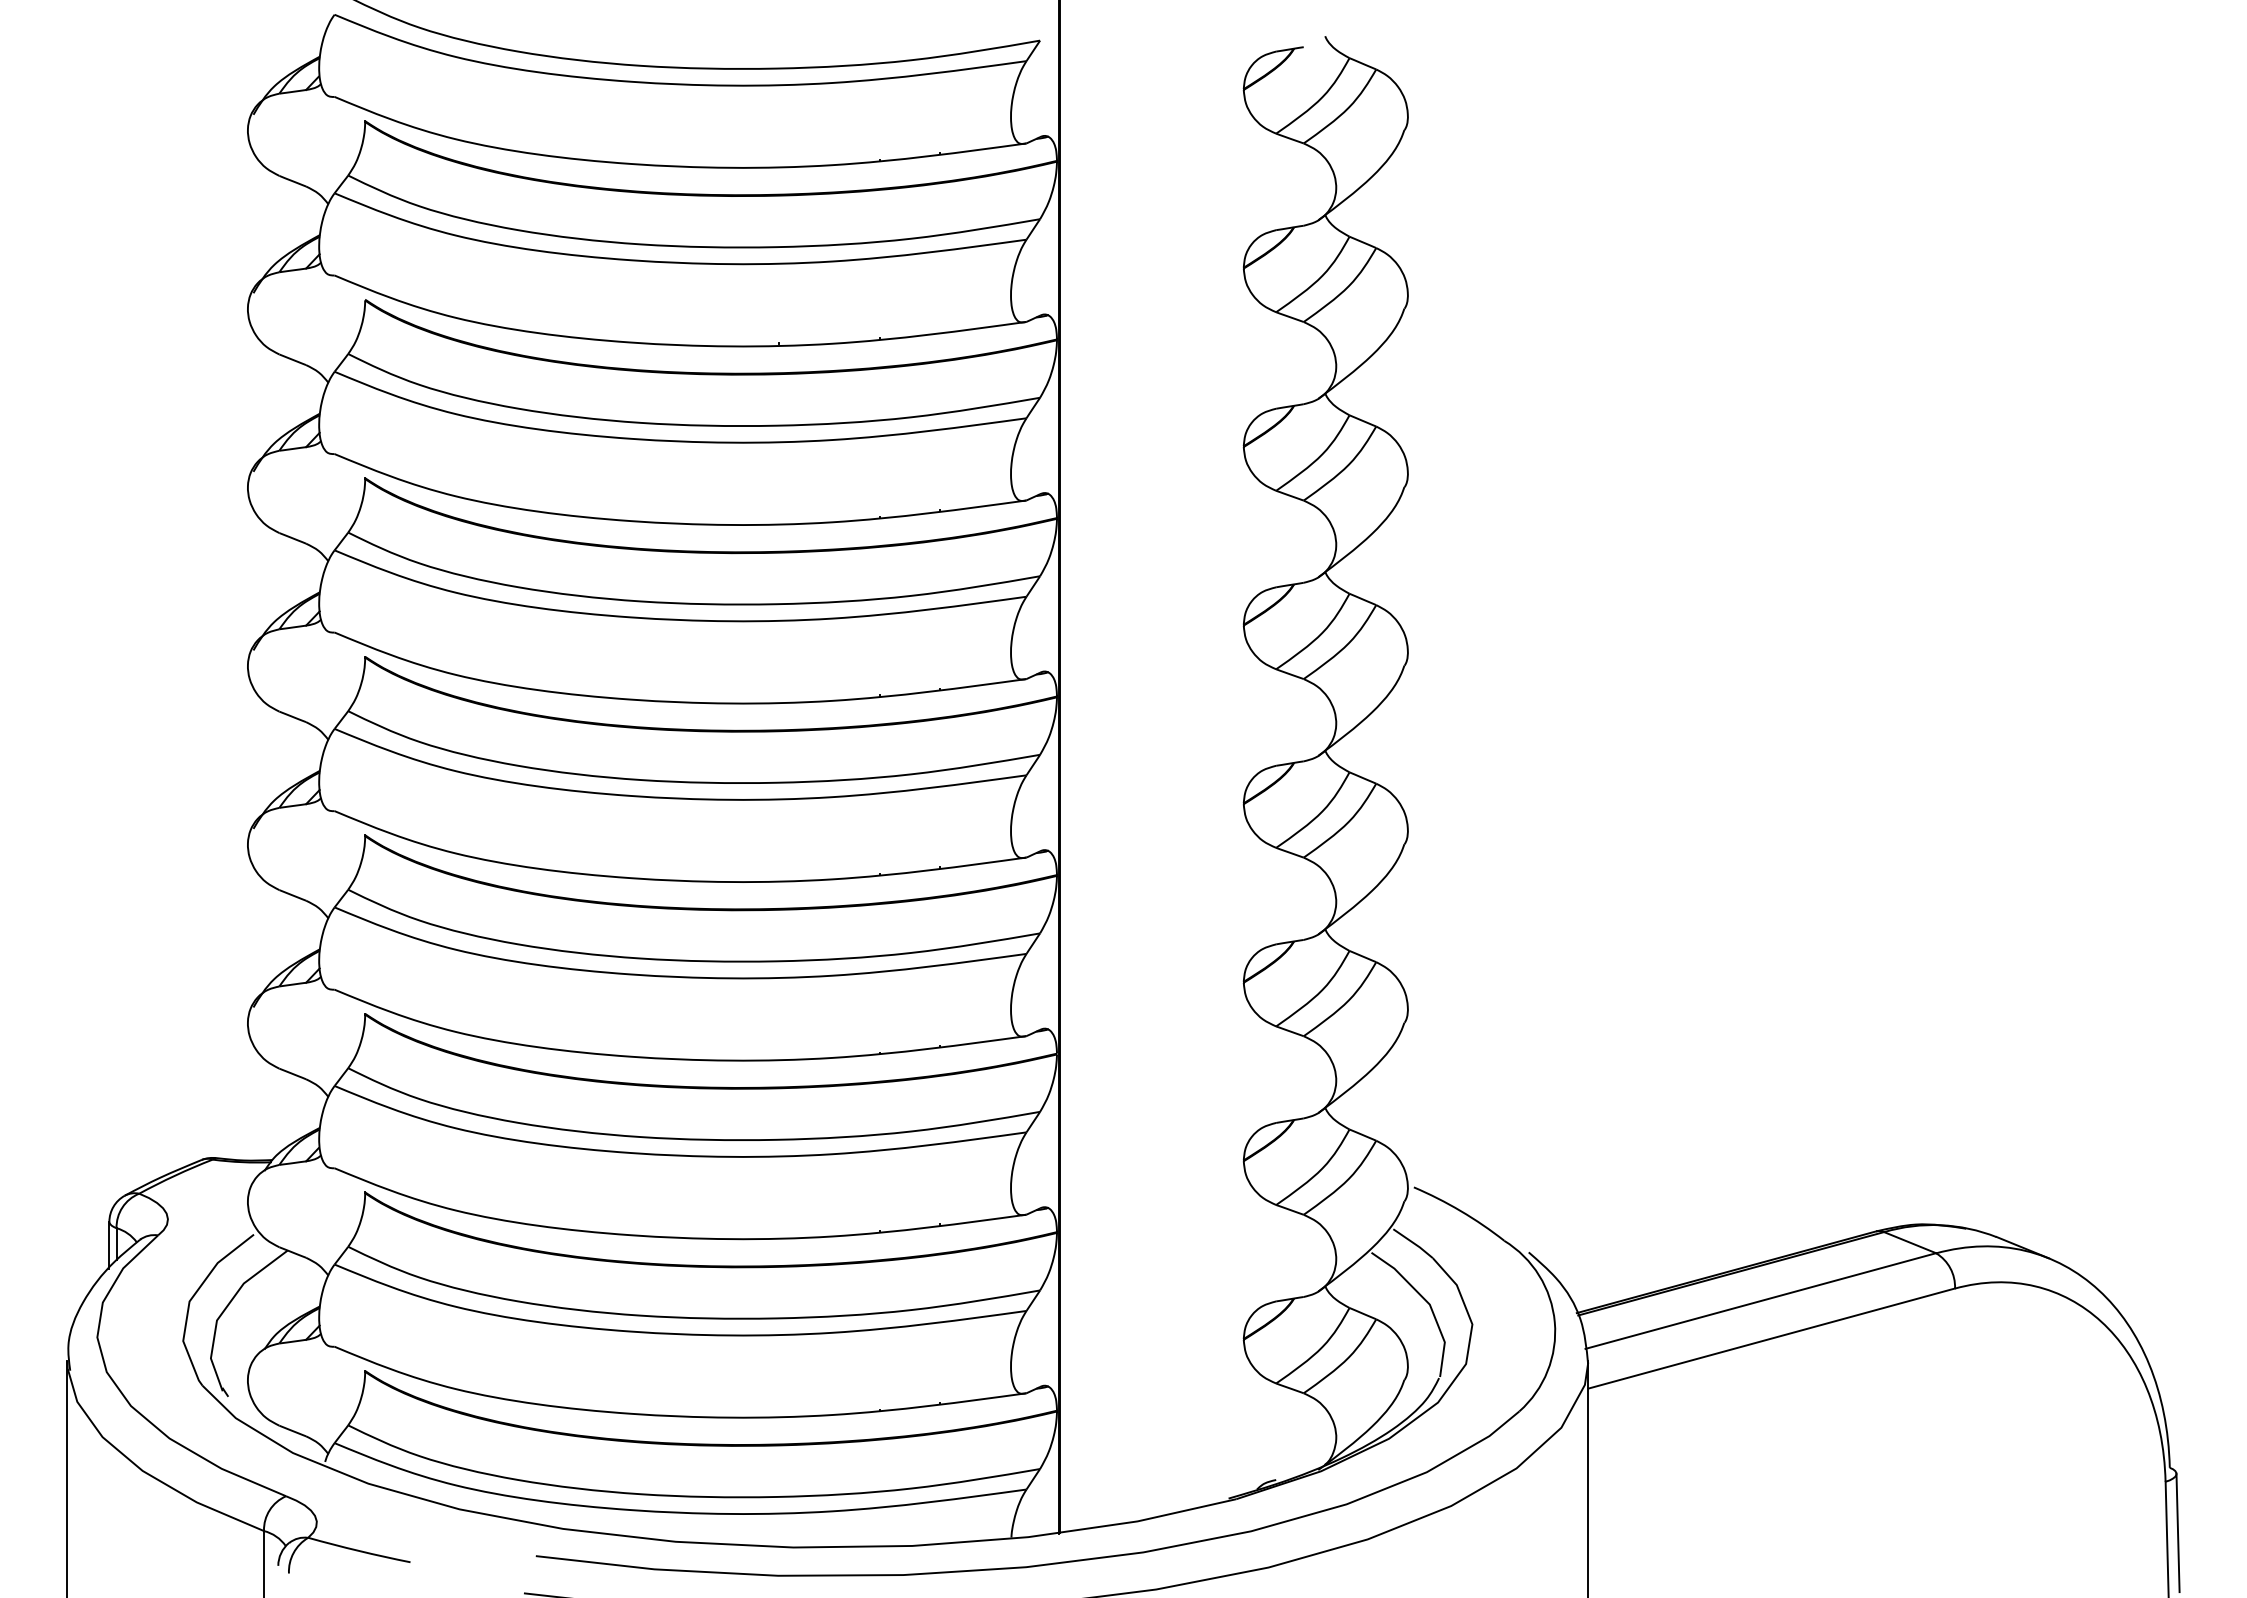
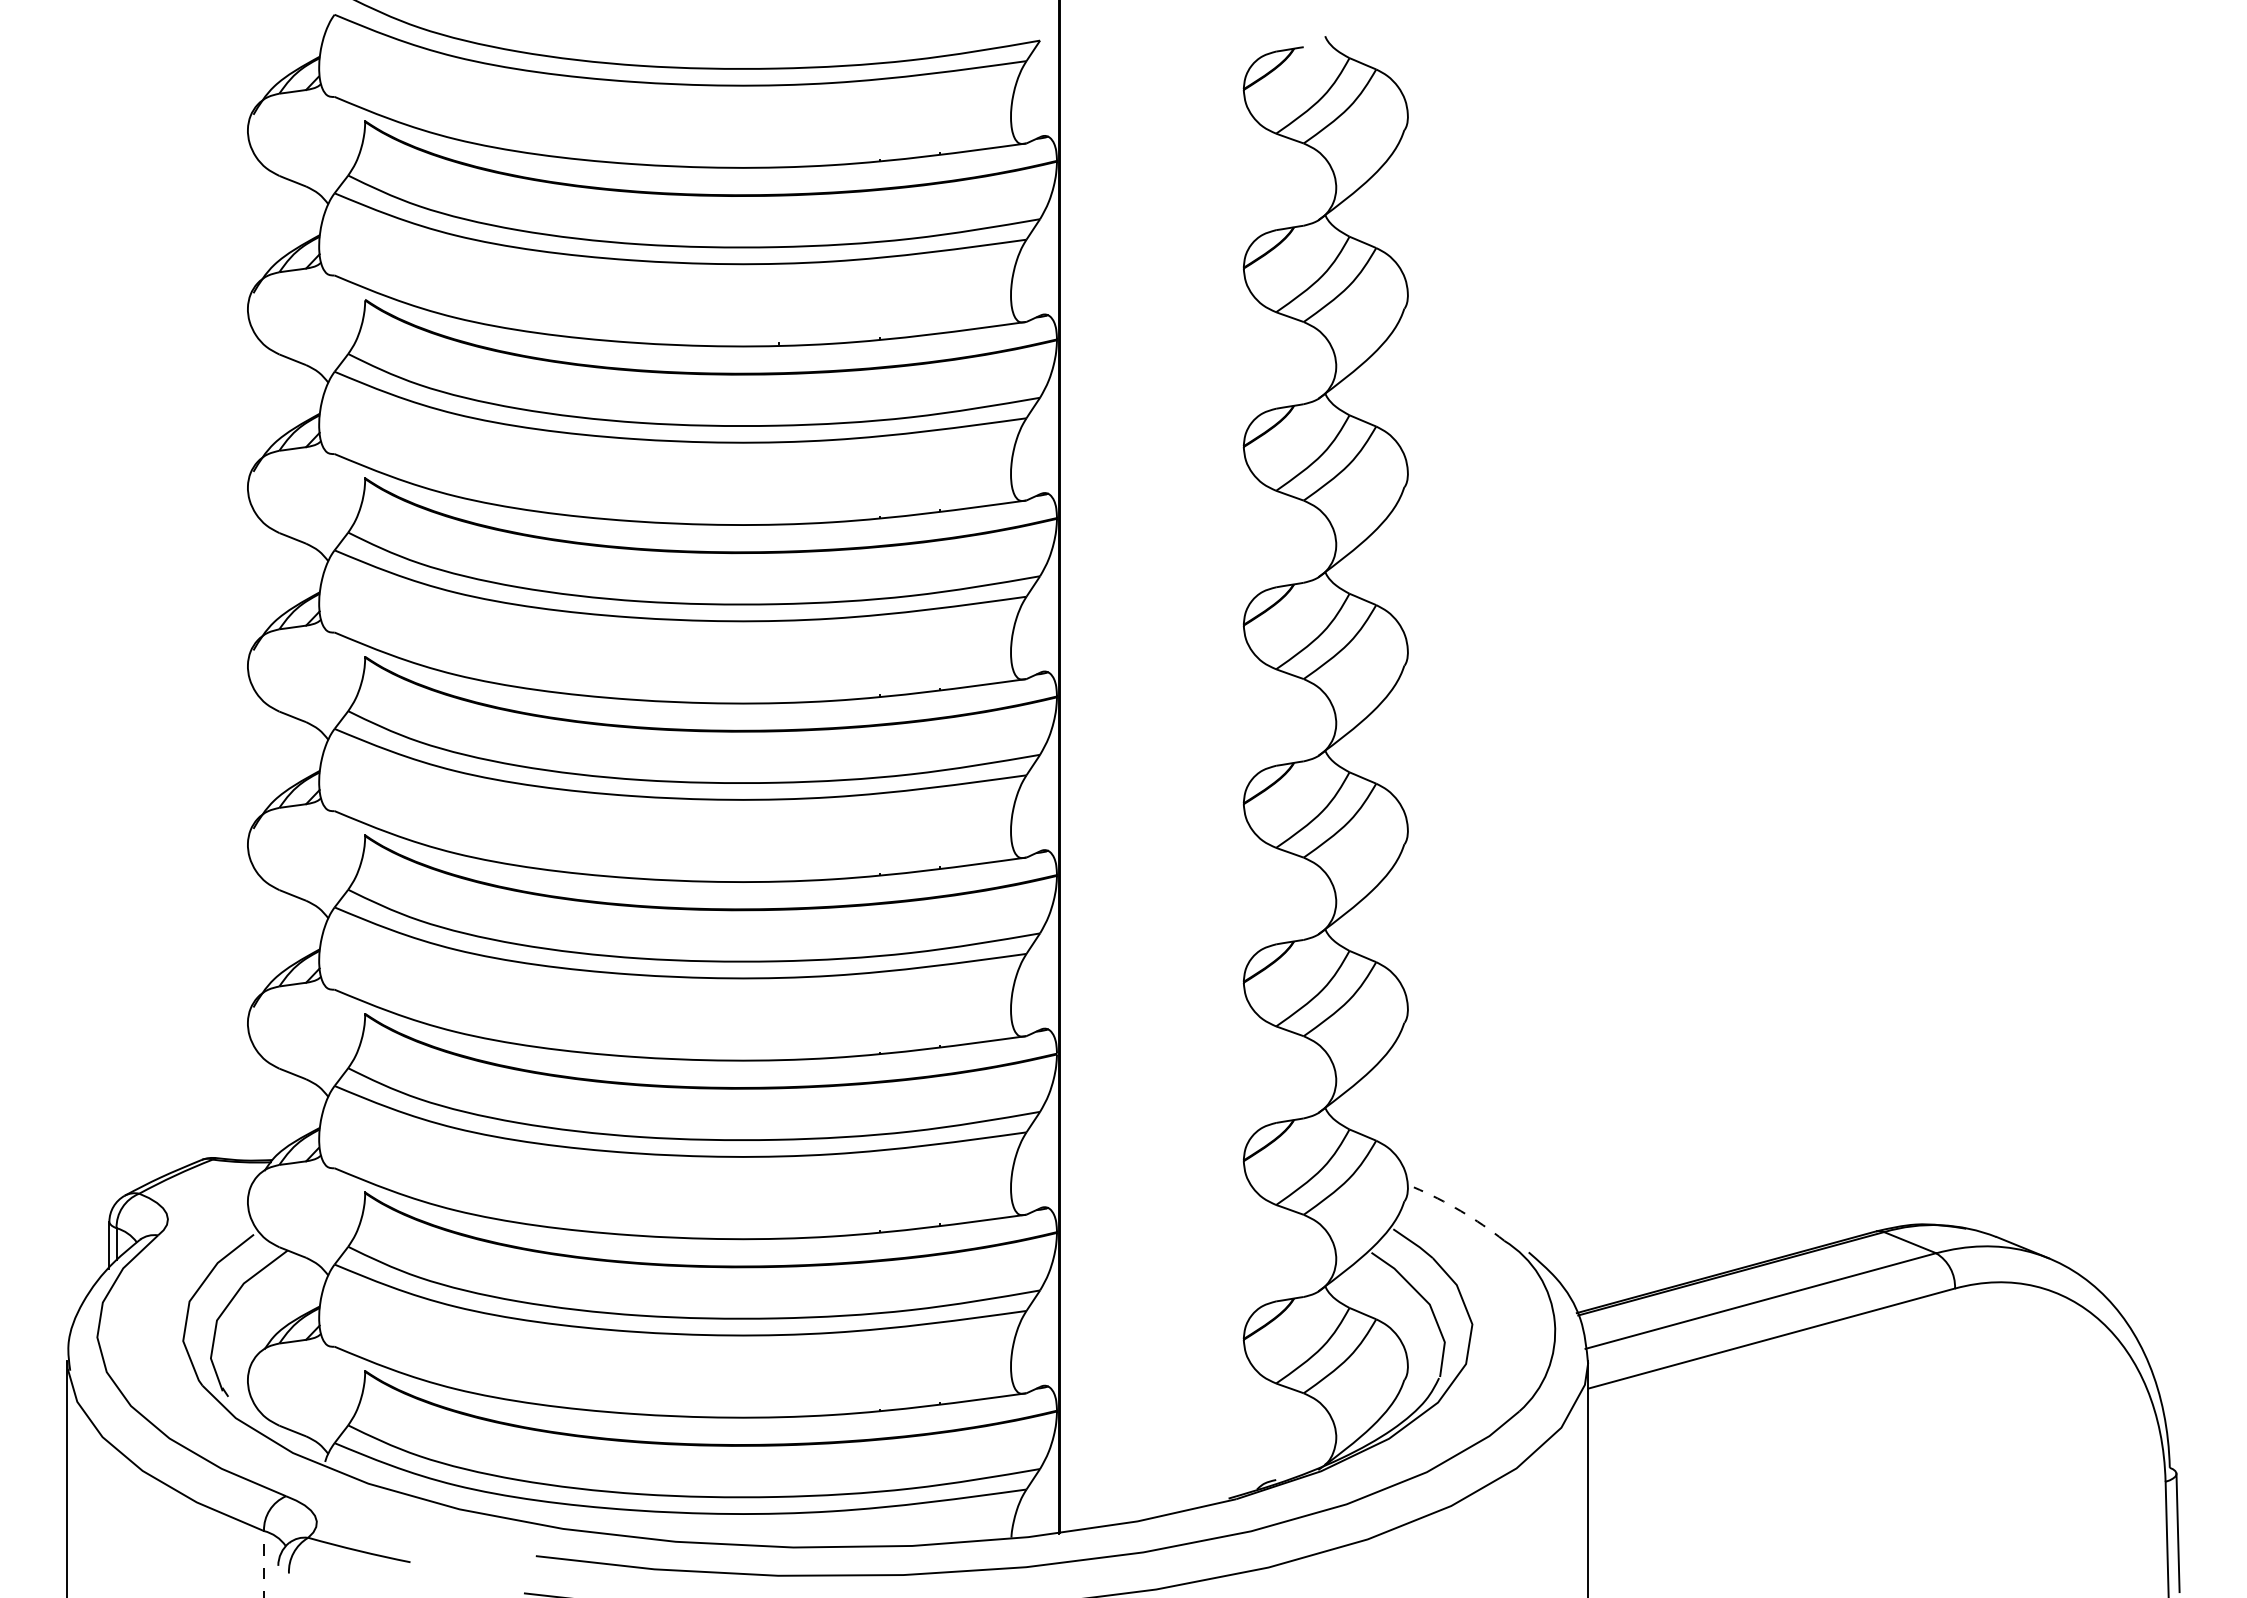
arc at (1460, 1211): solid -> dashed
line at (264, 1564): solid -> dashed
